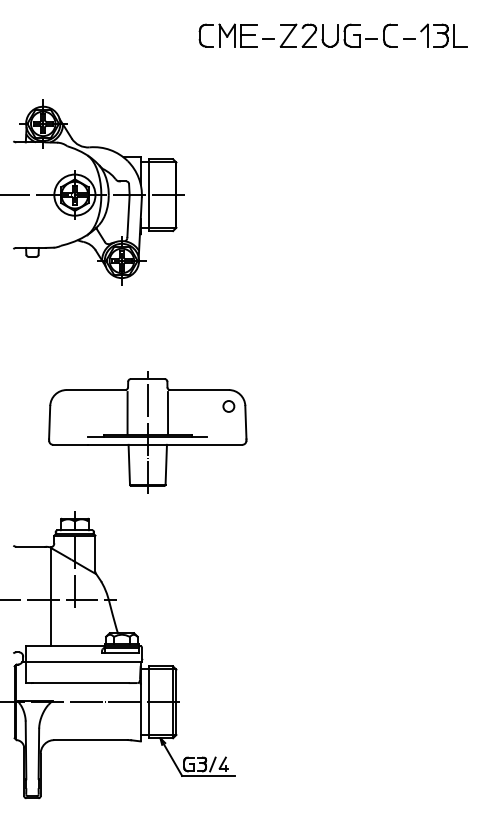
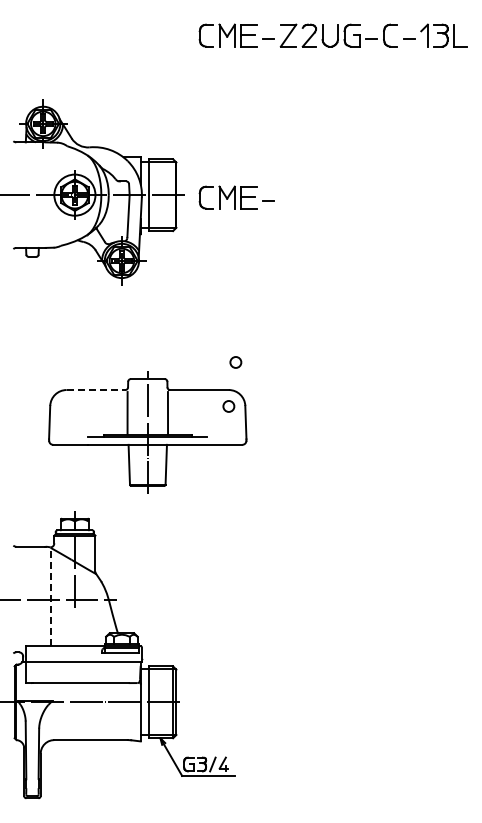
part at (236, 197): none -> present
circle at (235, 362): none -> present
line at (96, 390): solid -> dashed
line at (50, 596): solid -> dashed
